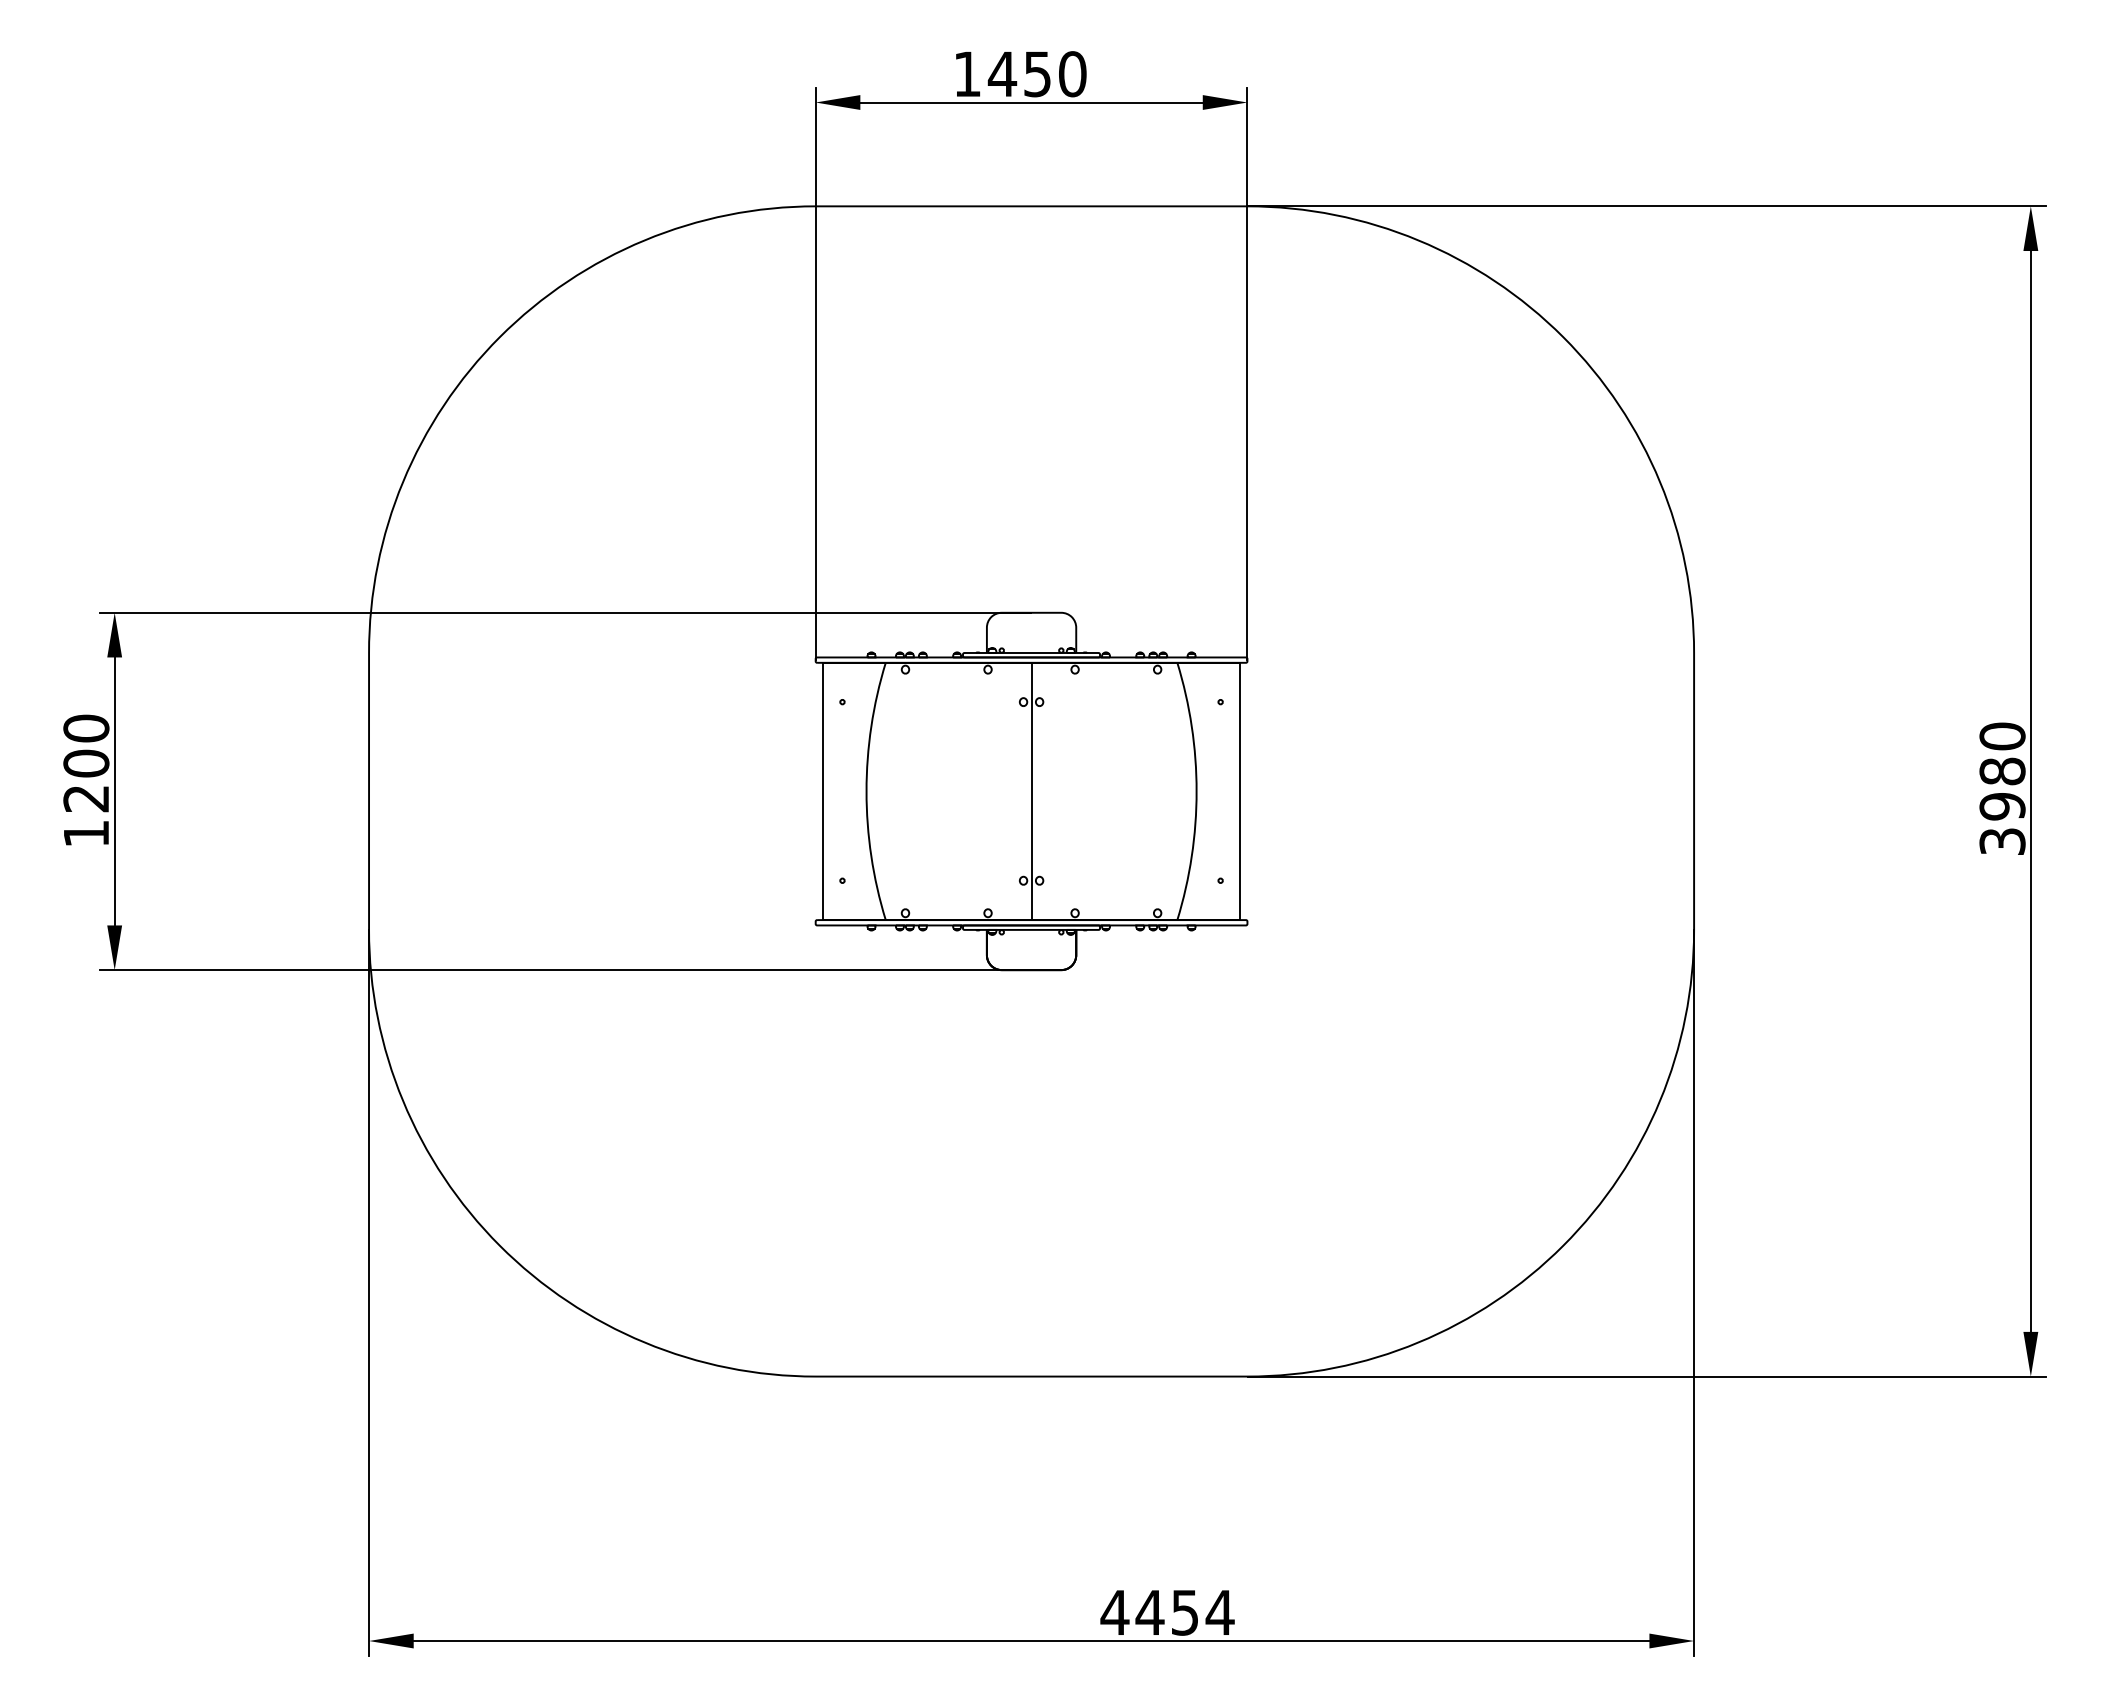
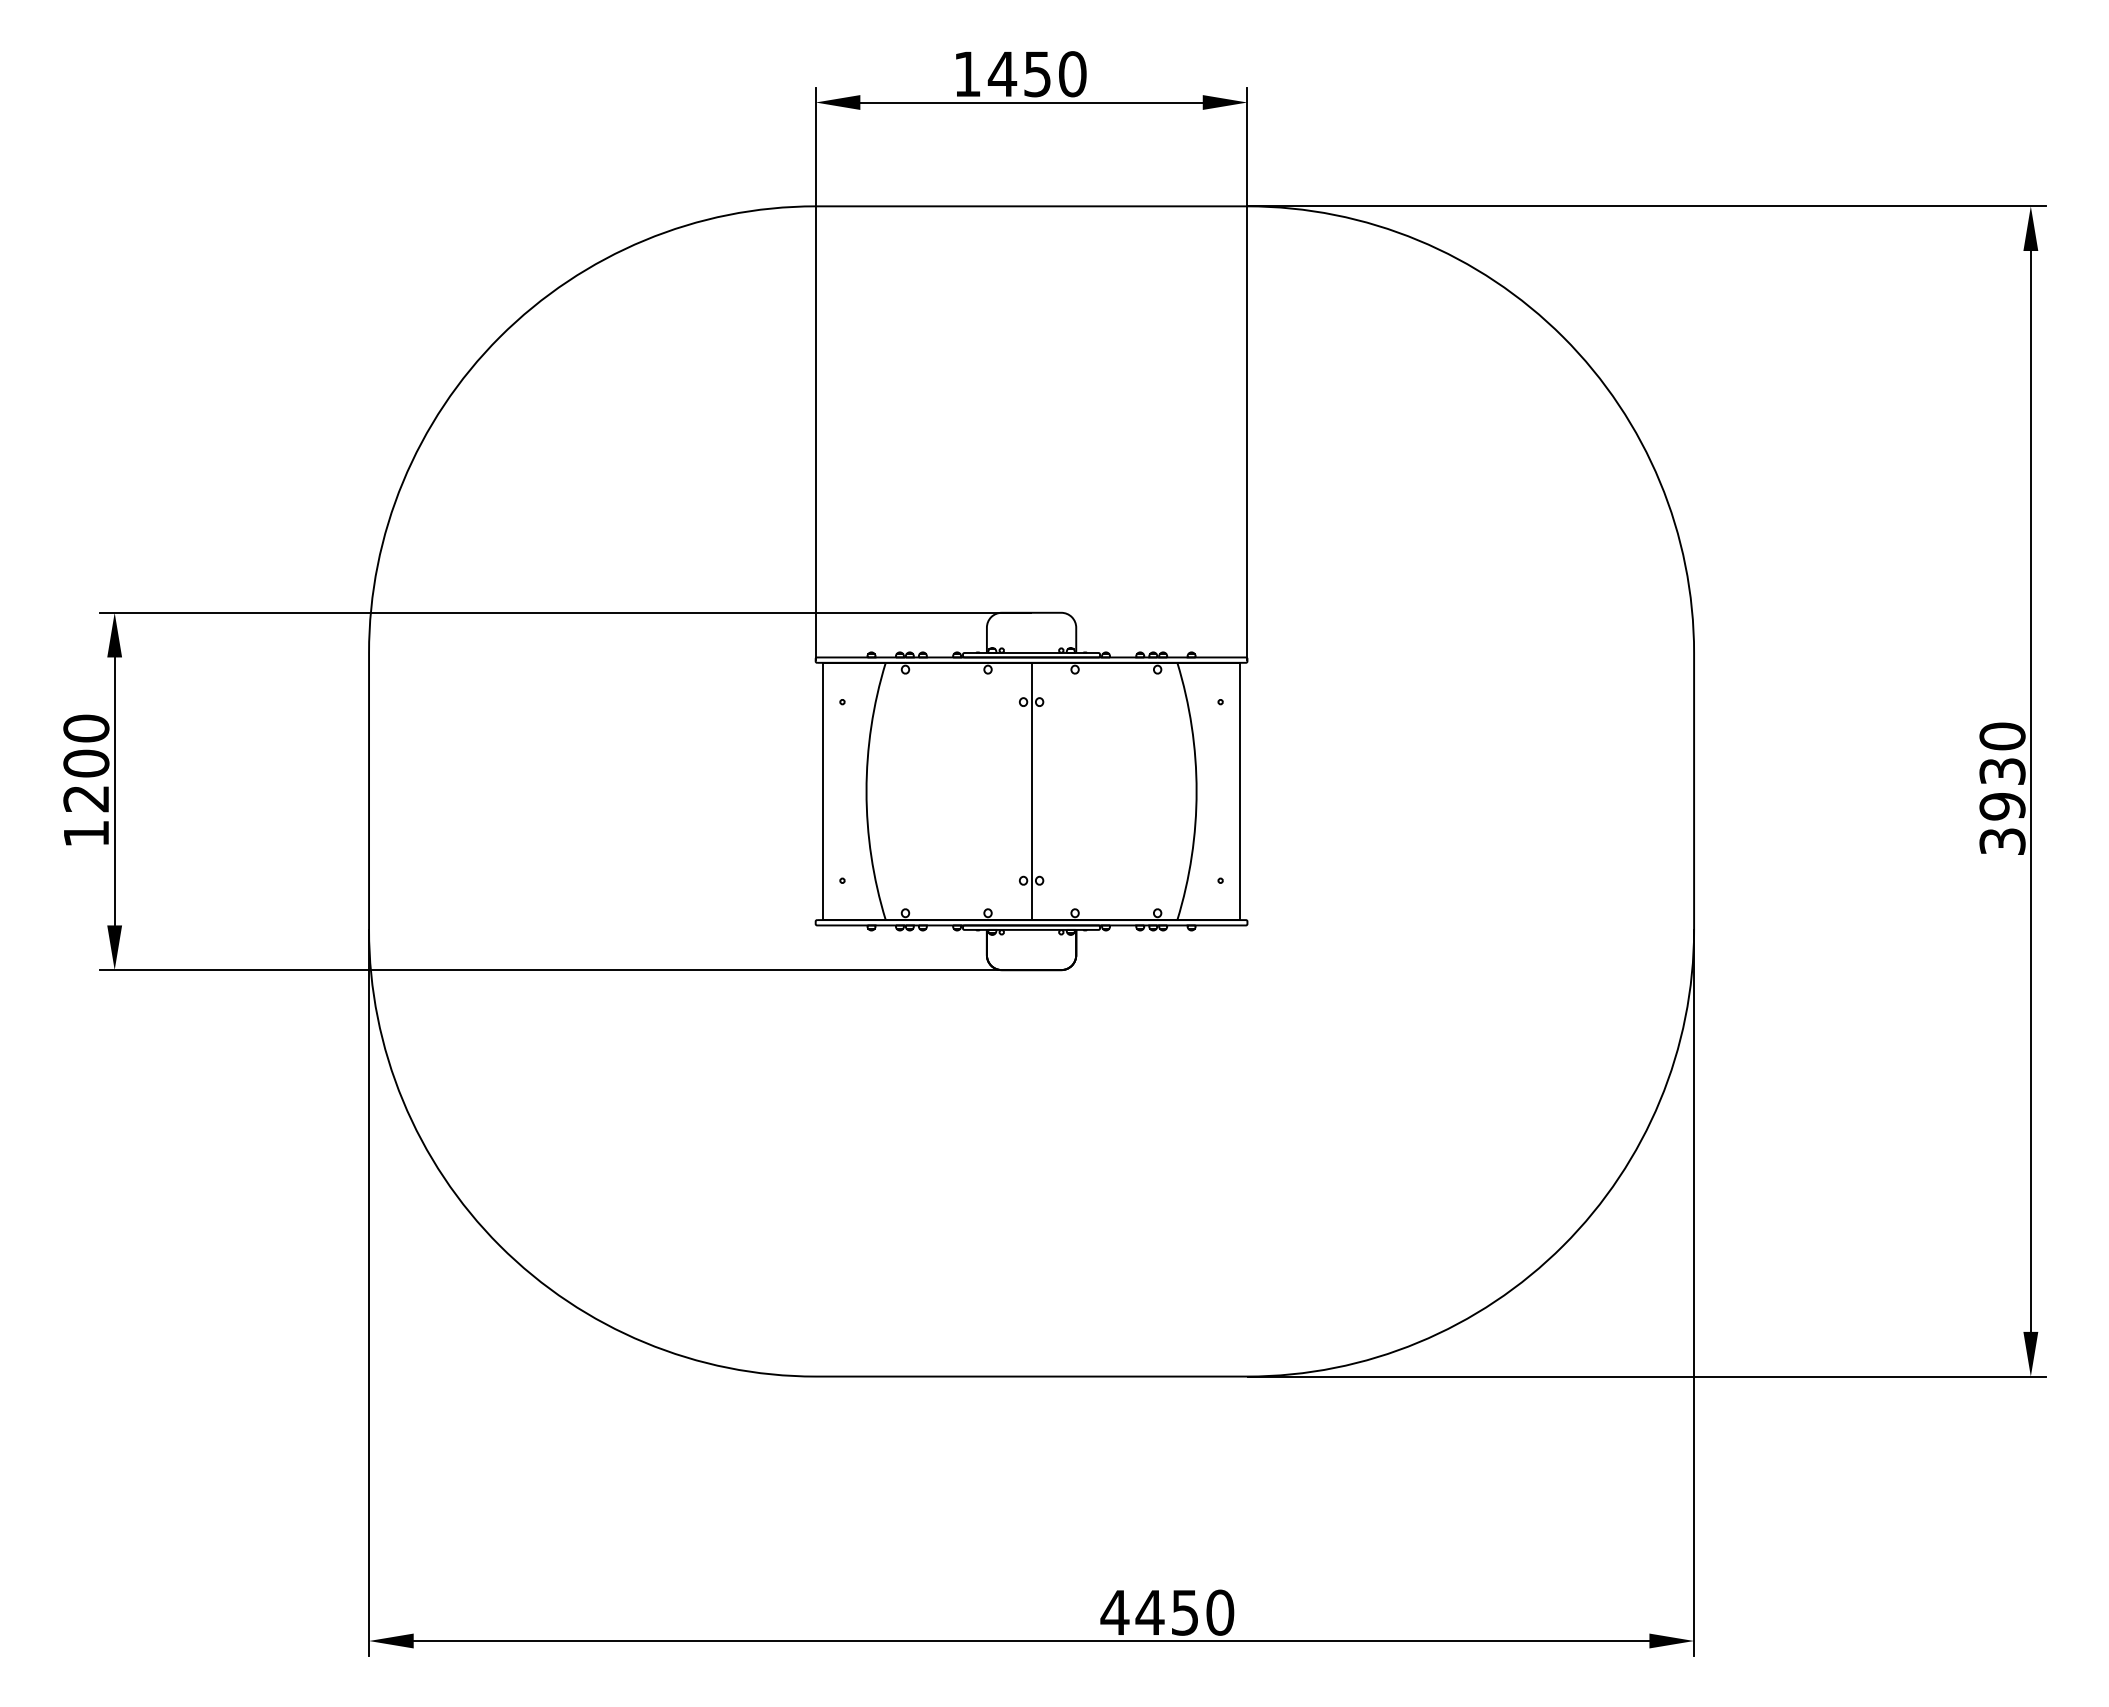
text at (2002, 771): 3980 -> 3930
text at (1219, 1612): 4454 -> 4450
